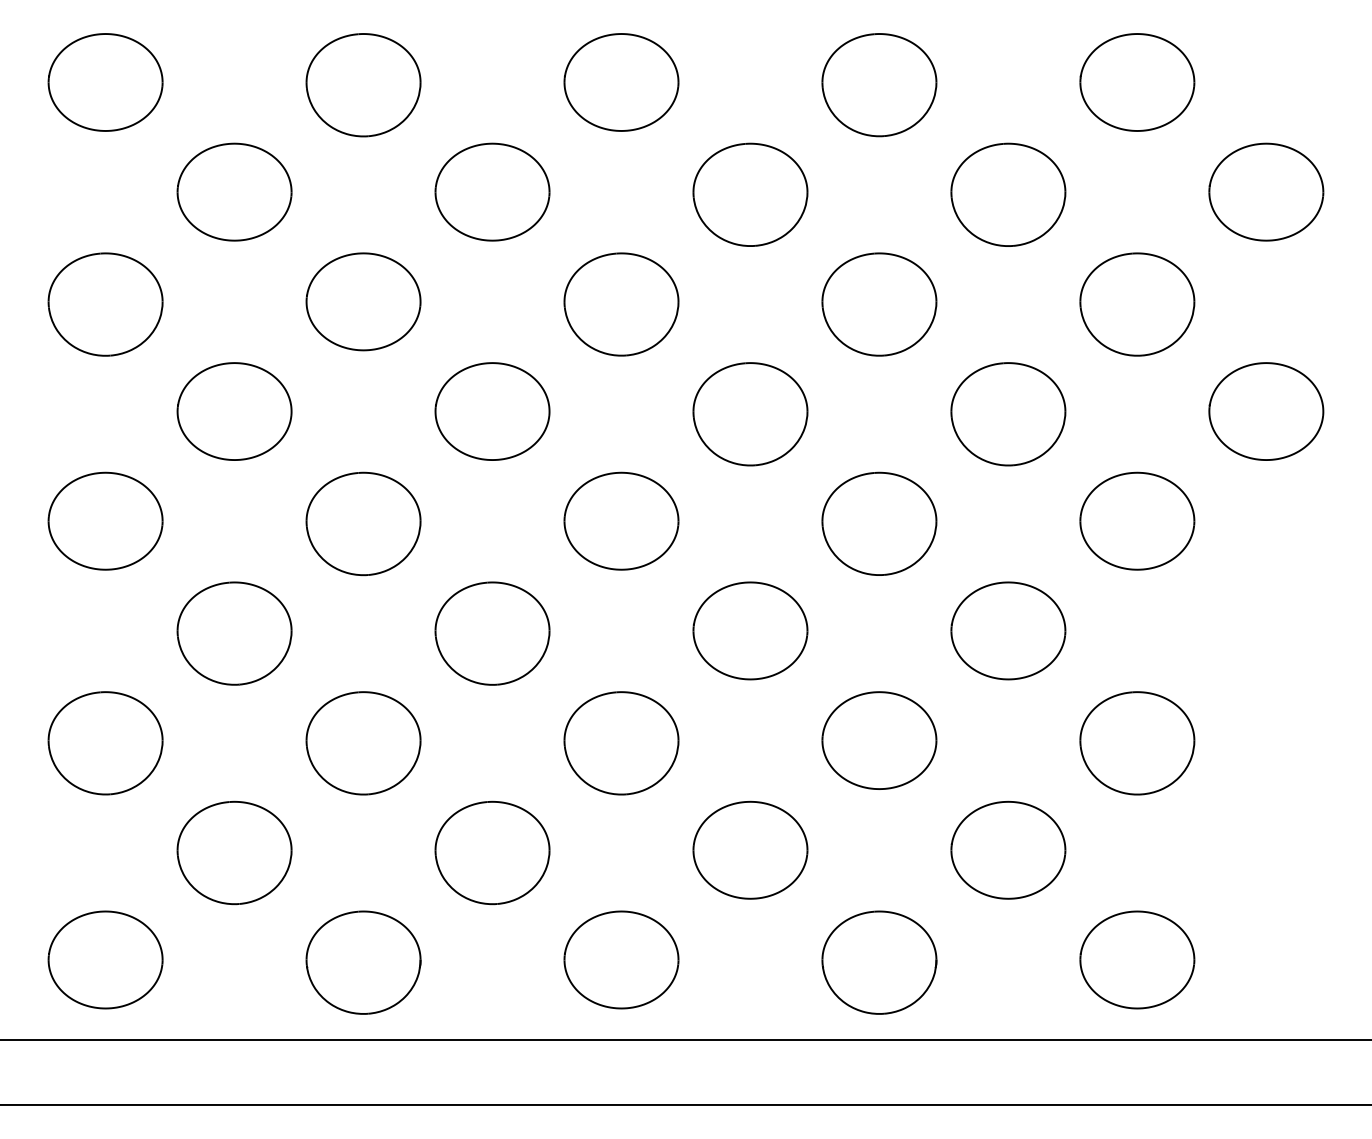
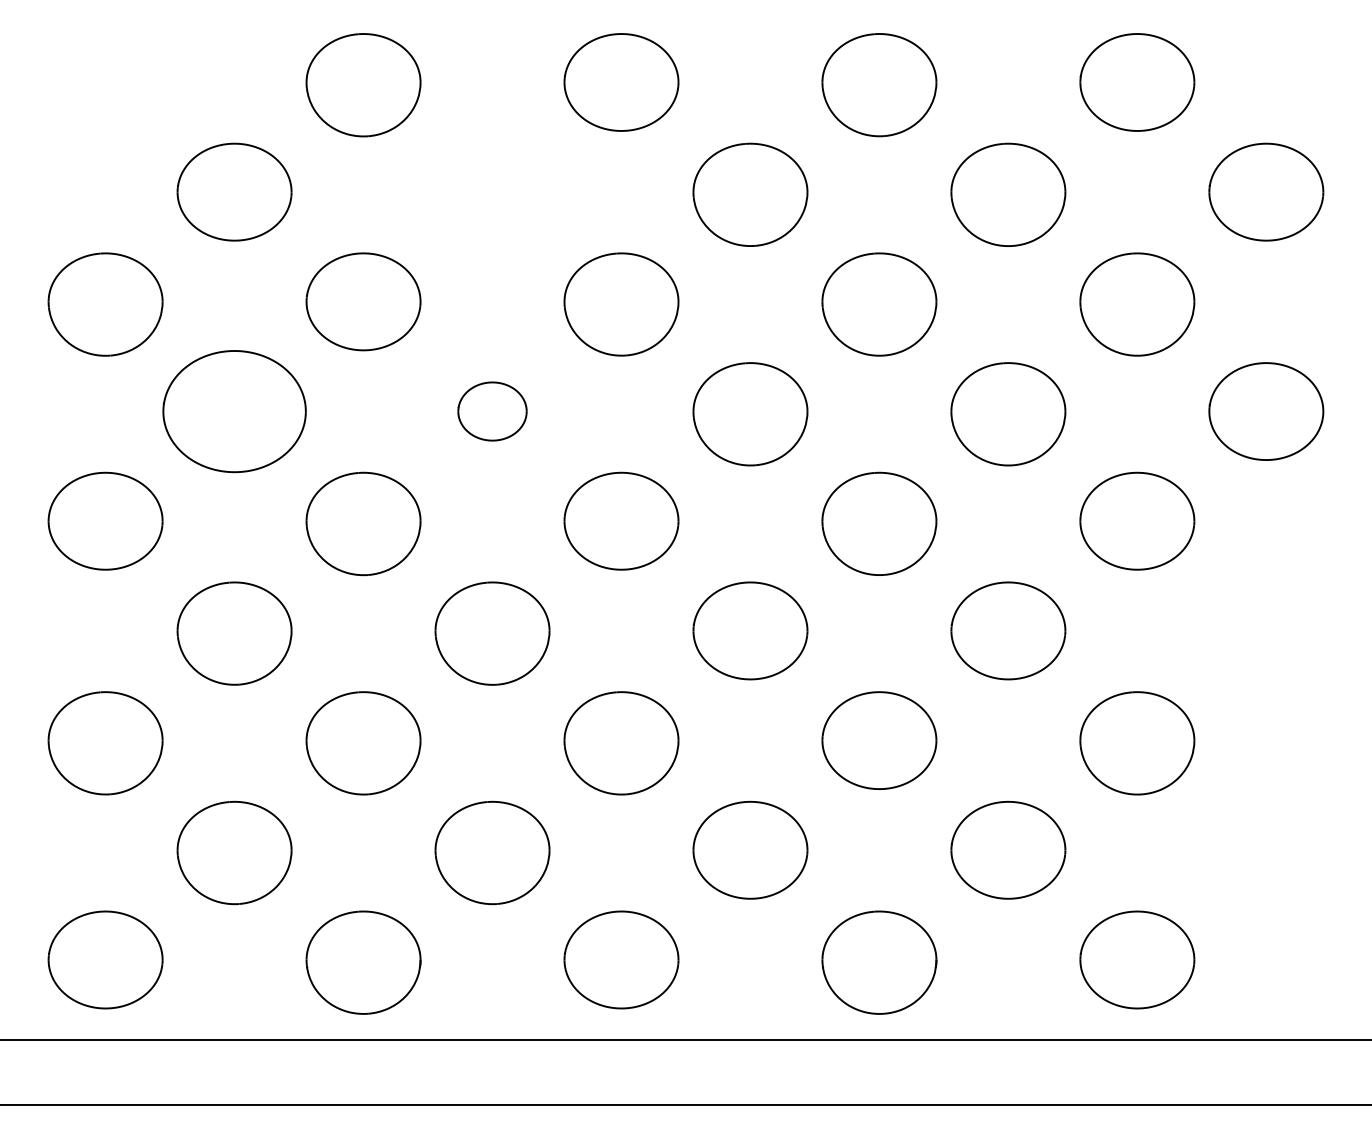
part at (105, 82): present -> none
part at (492, 191): present -> none
part at (234, 411) size: 117x99 px -> 145x124 px
part at (492, 411) size: 117x99 px -> 71x61 px
